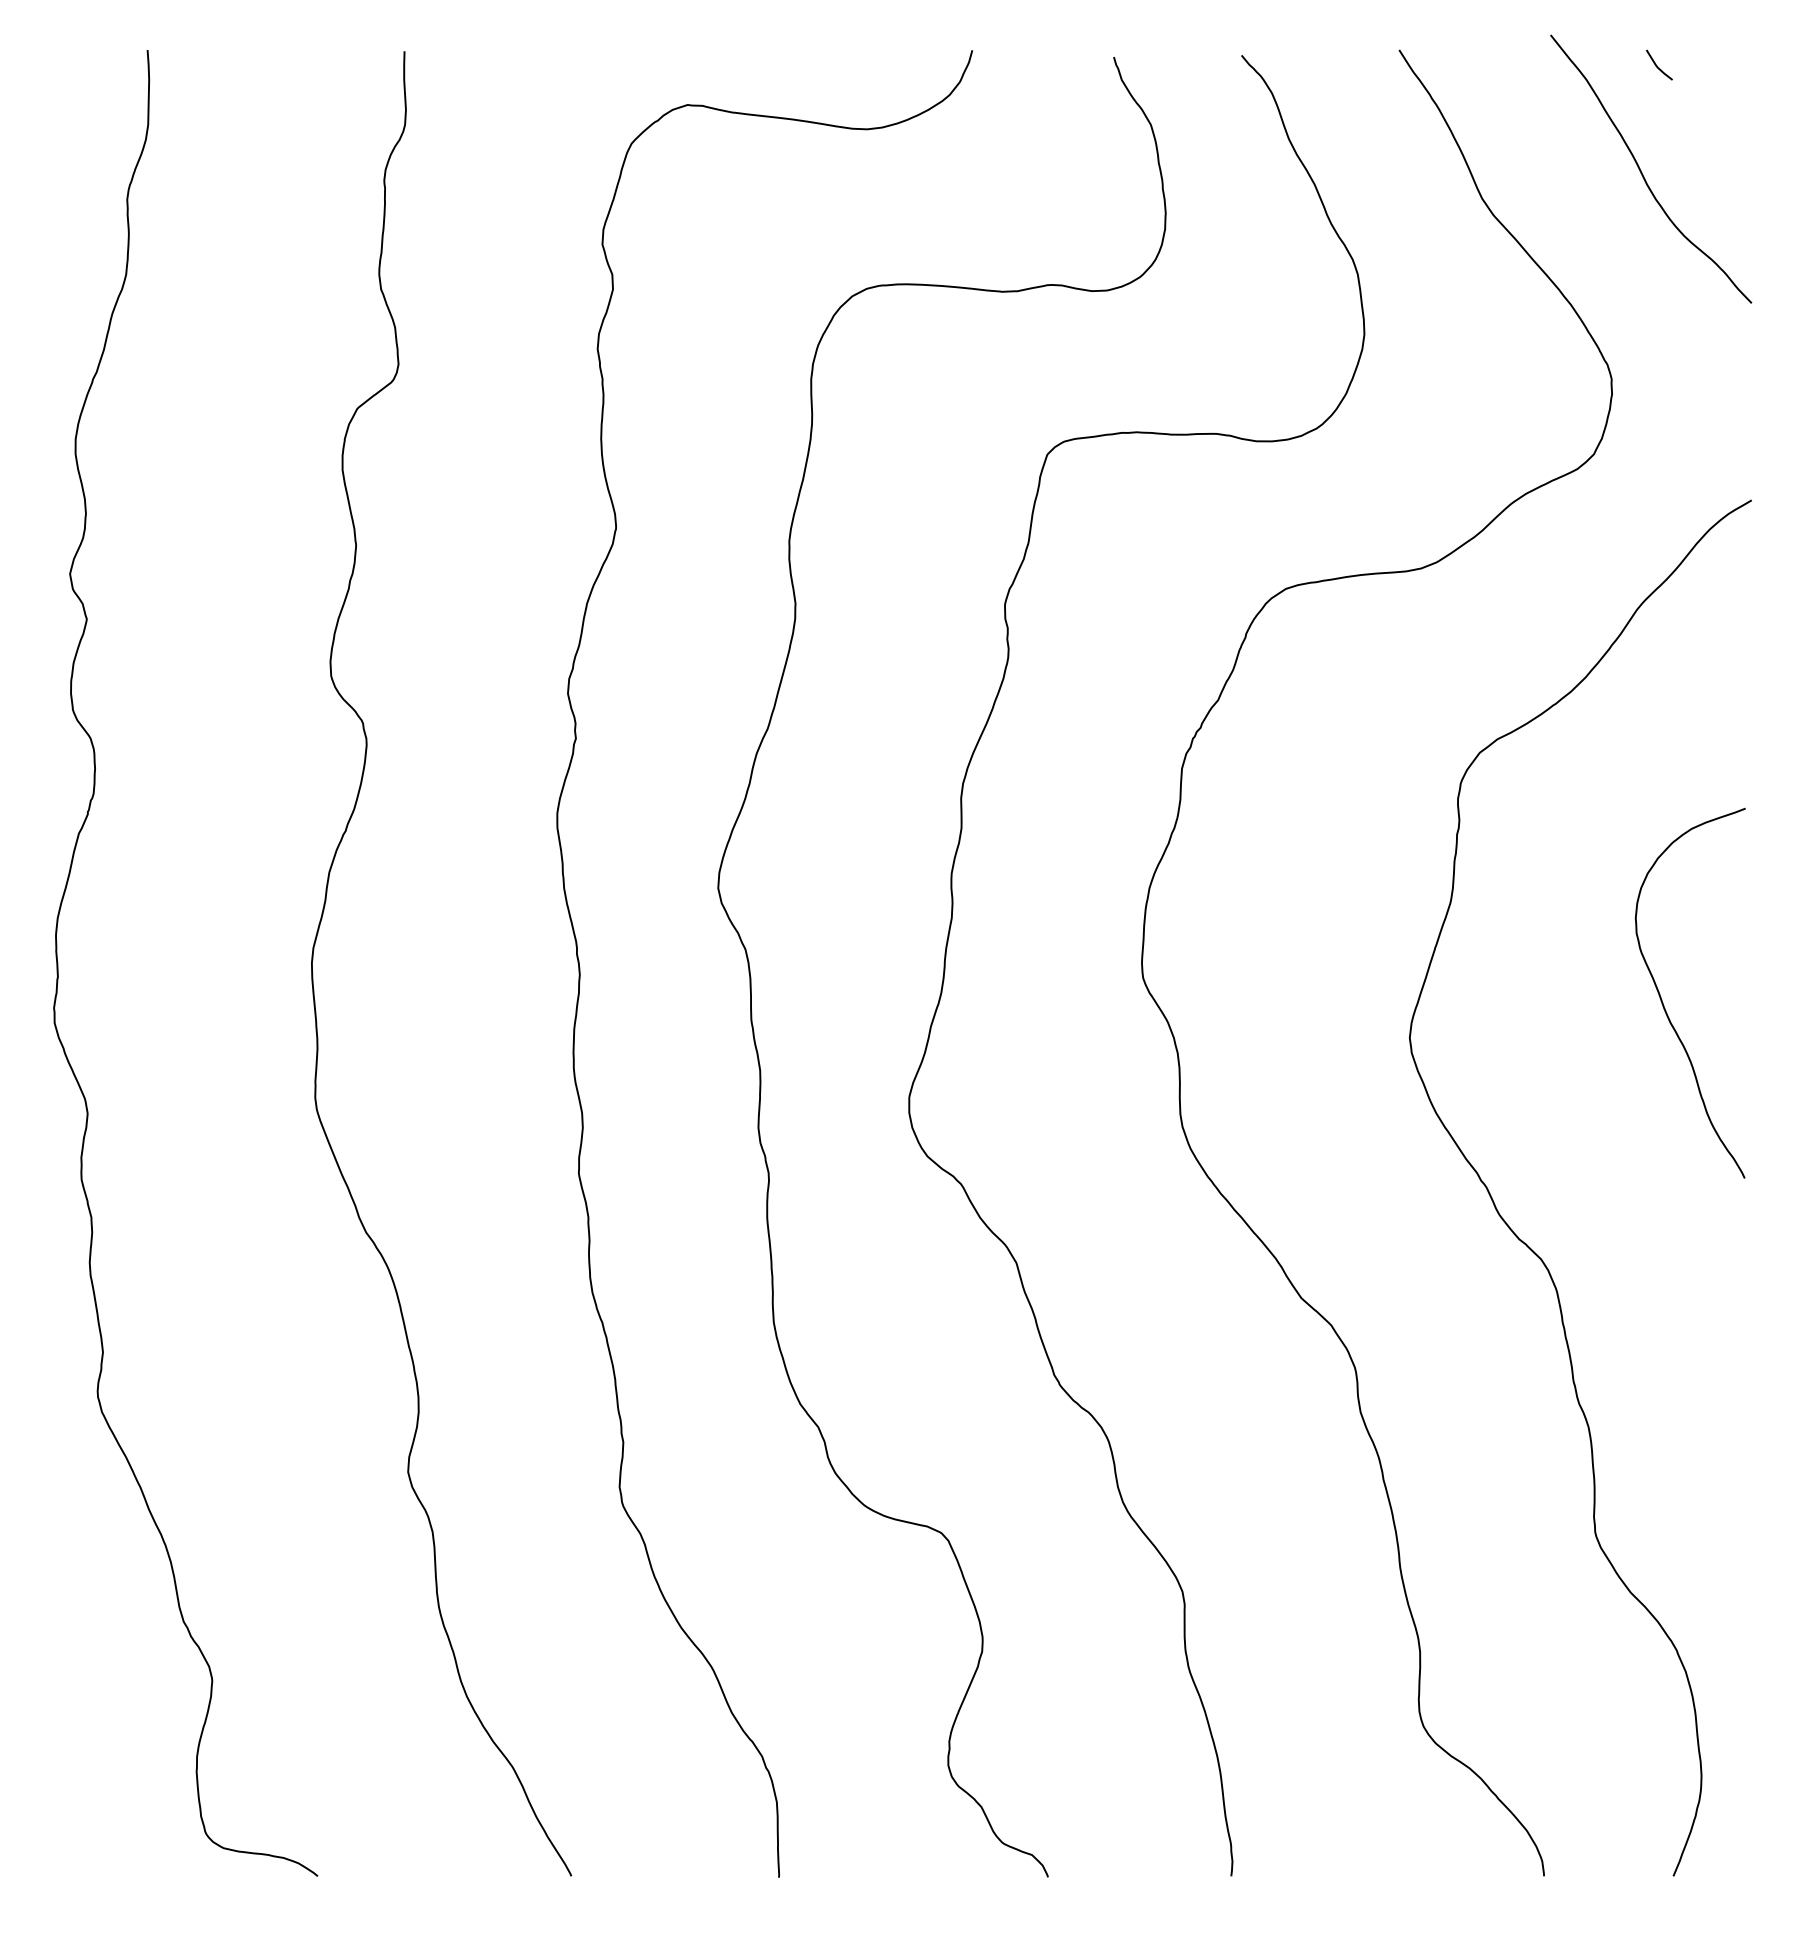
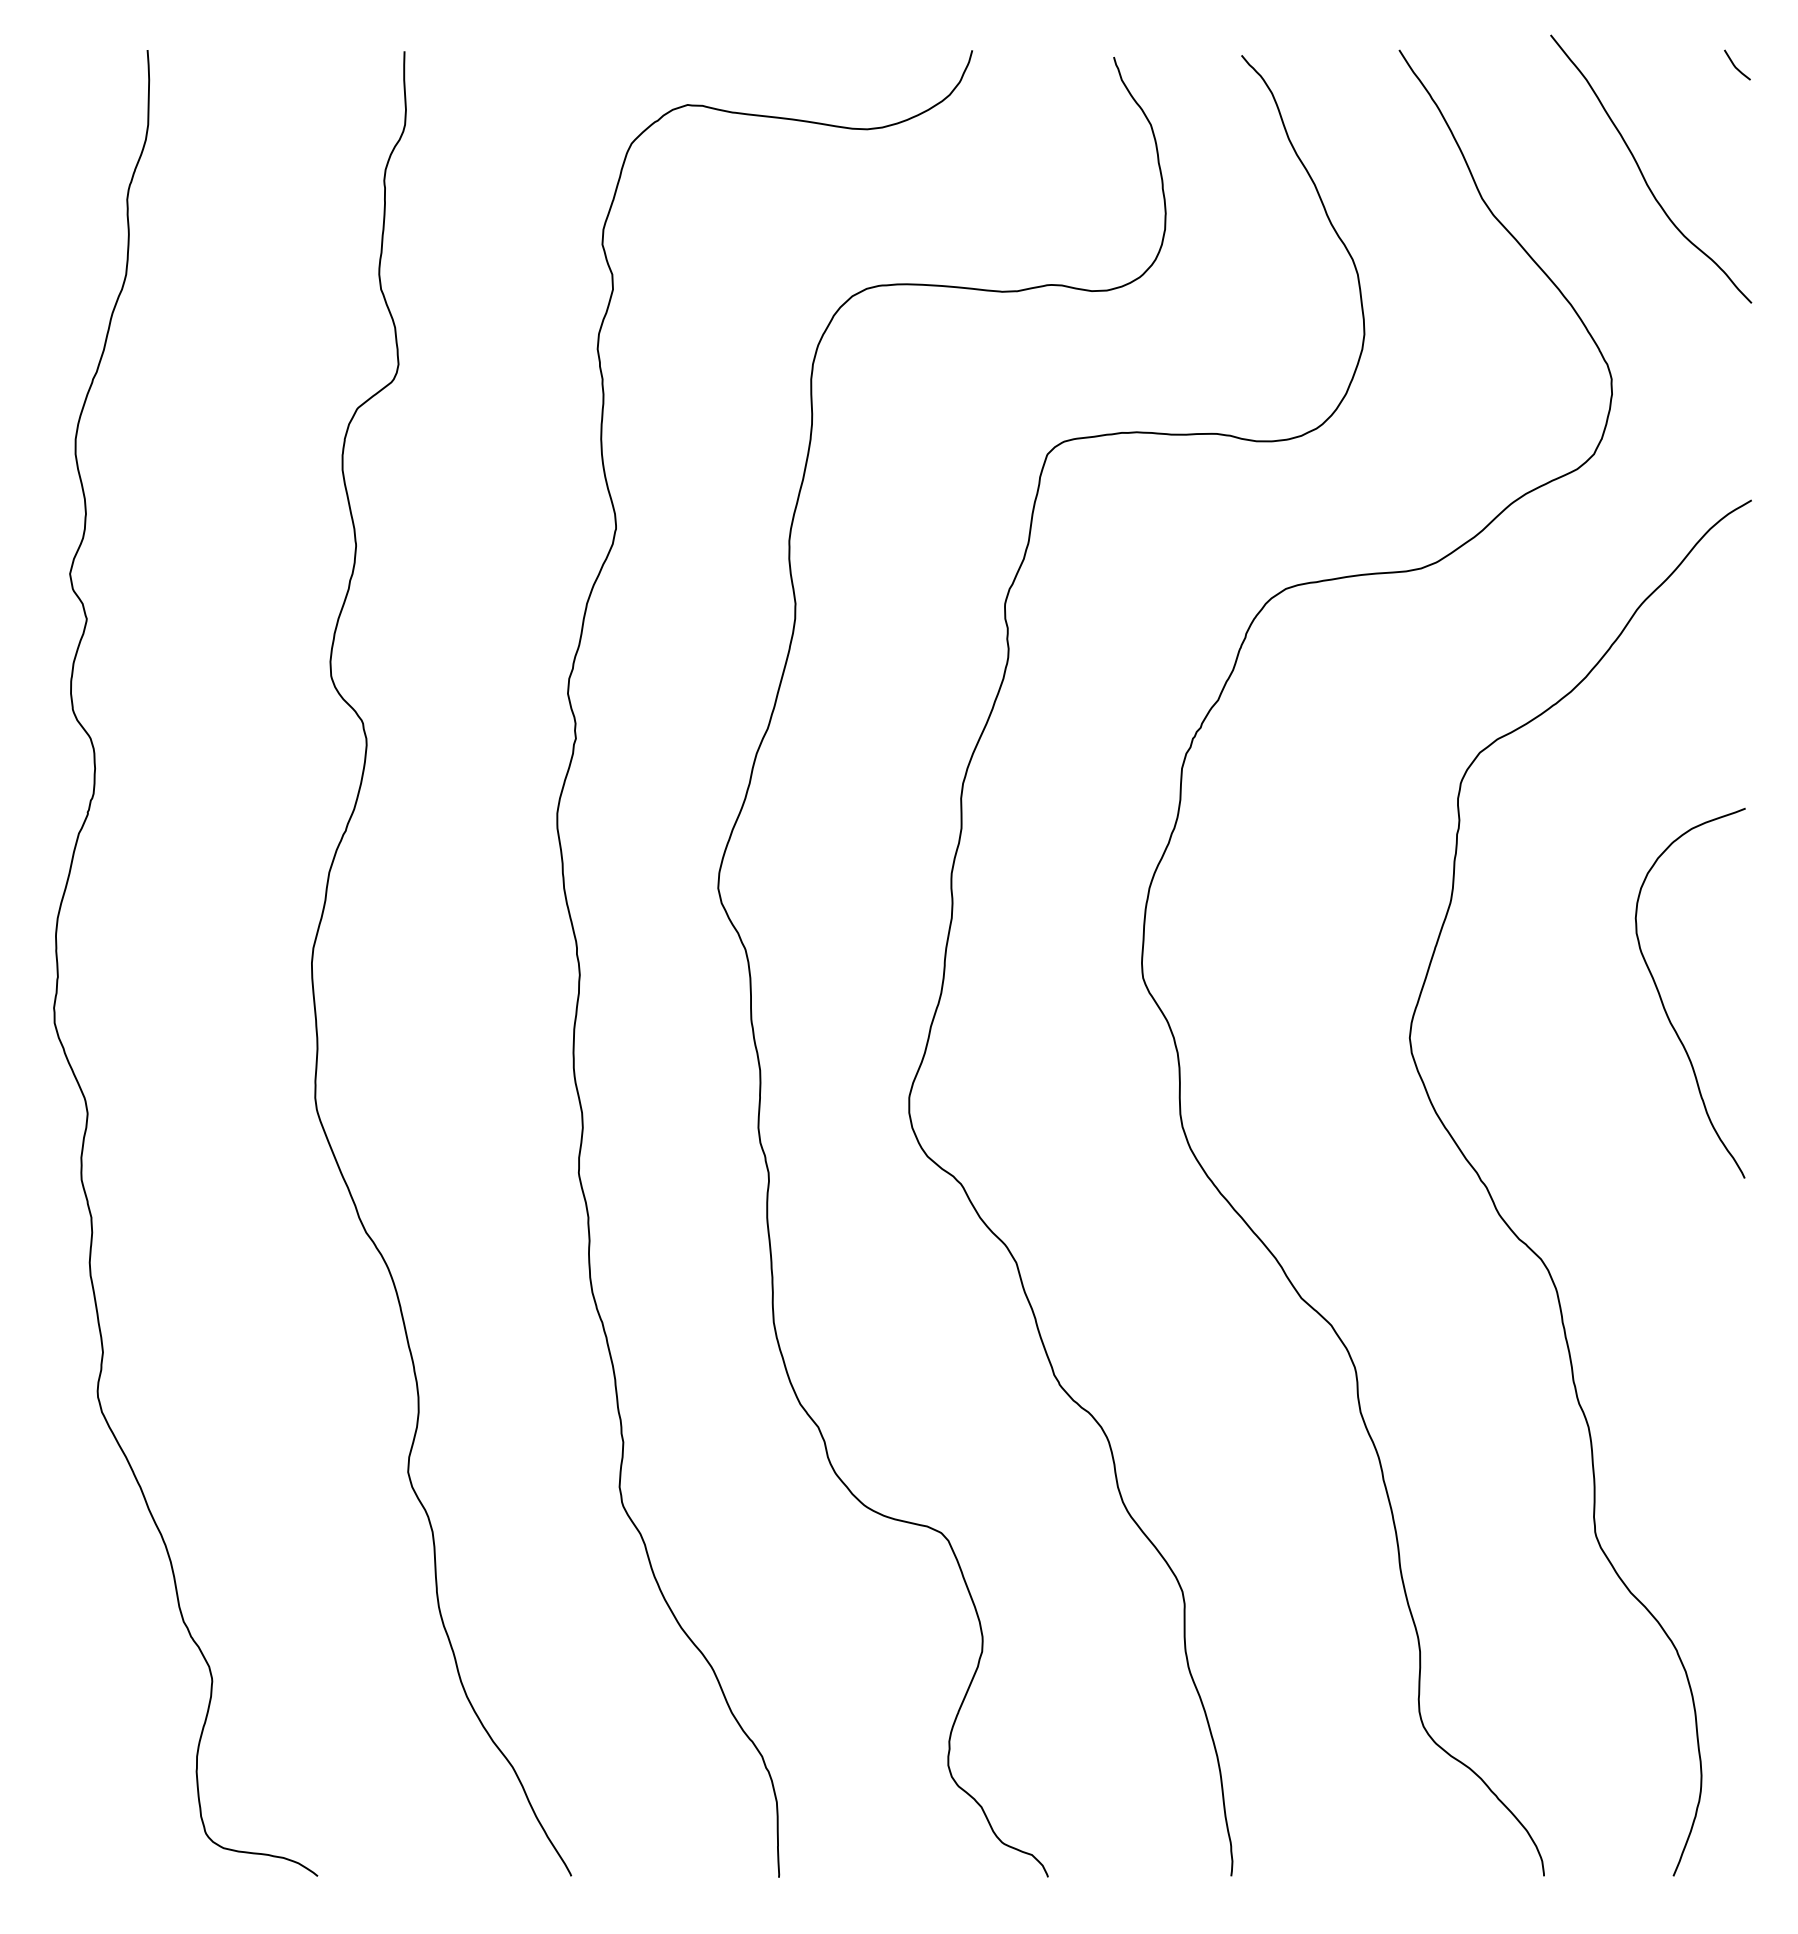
line at (1657, 65) position: (1657, 65) -> (1735, 65)
